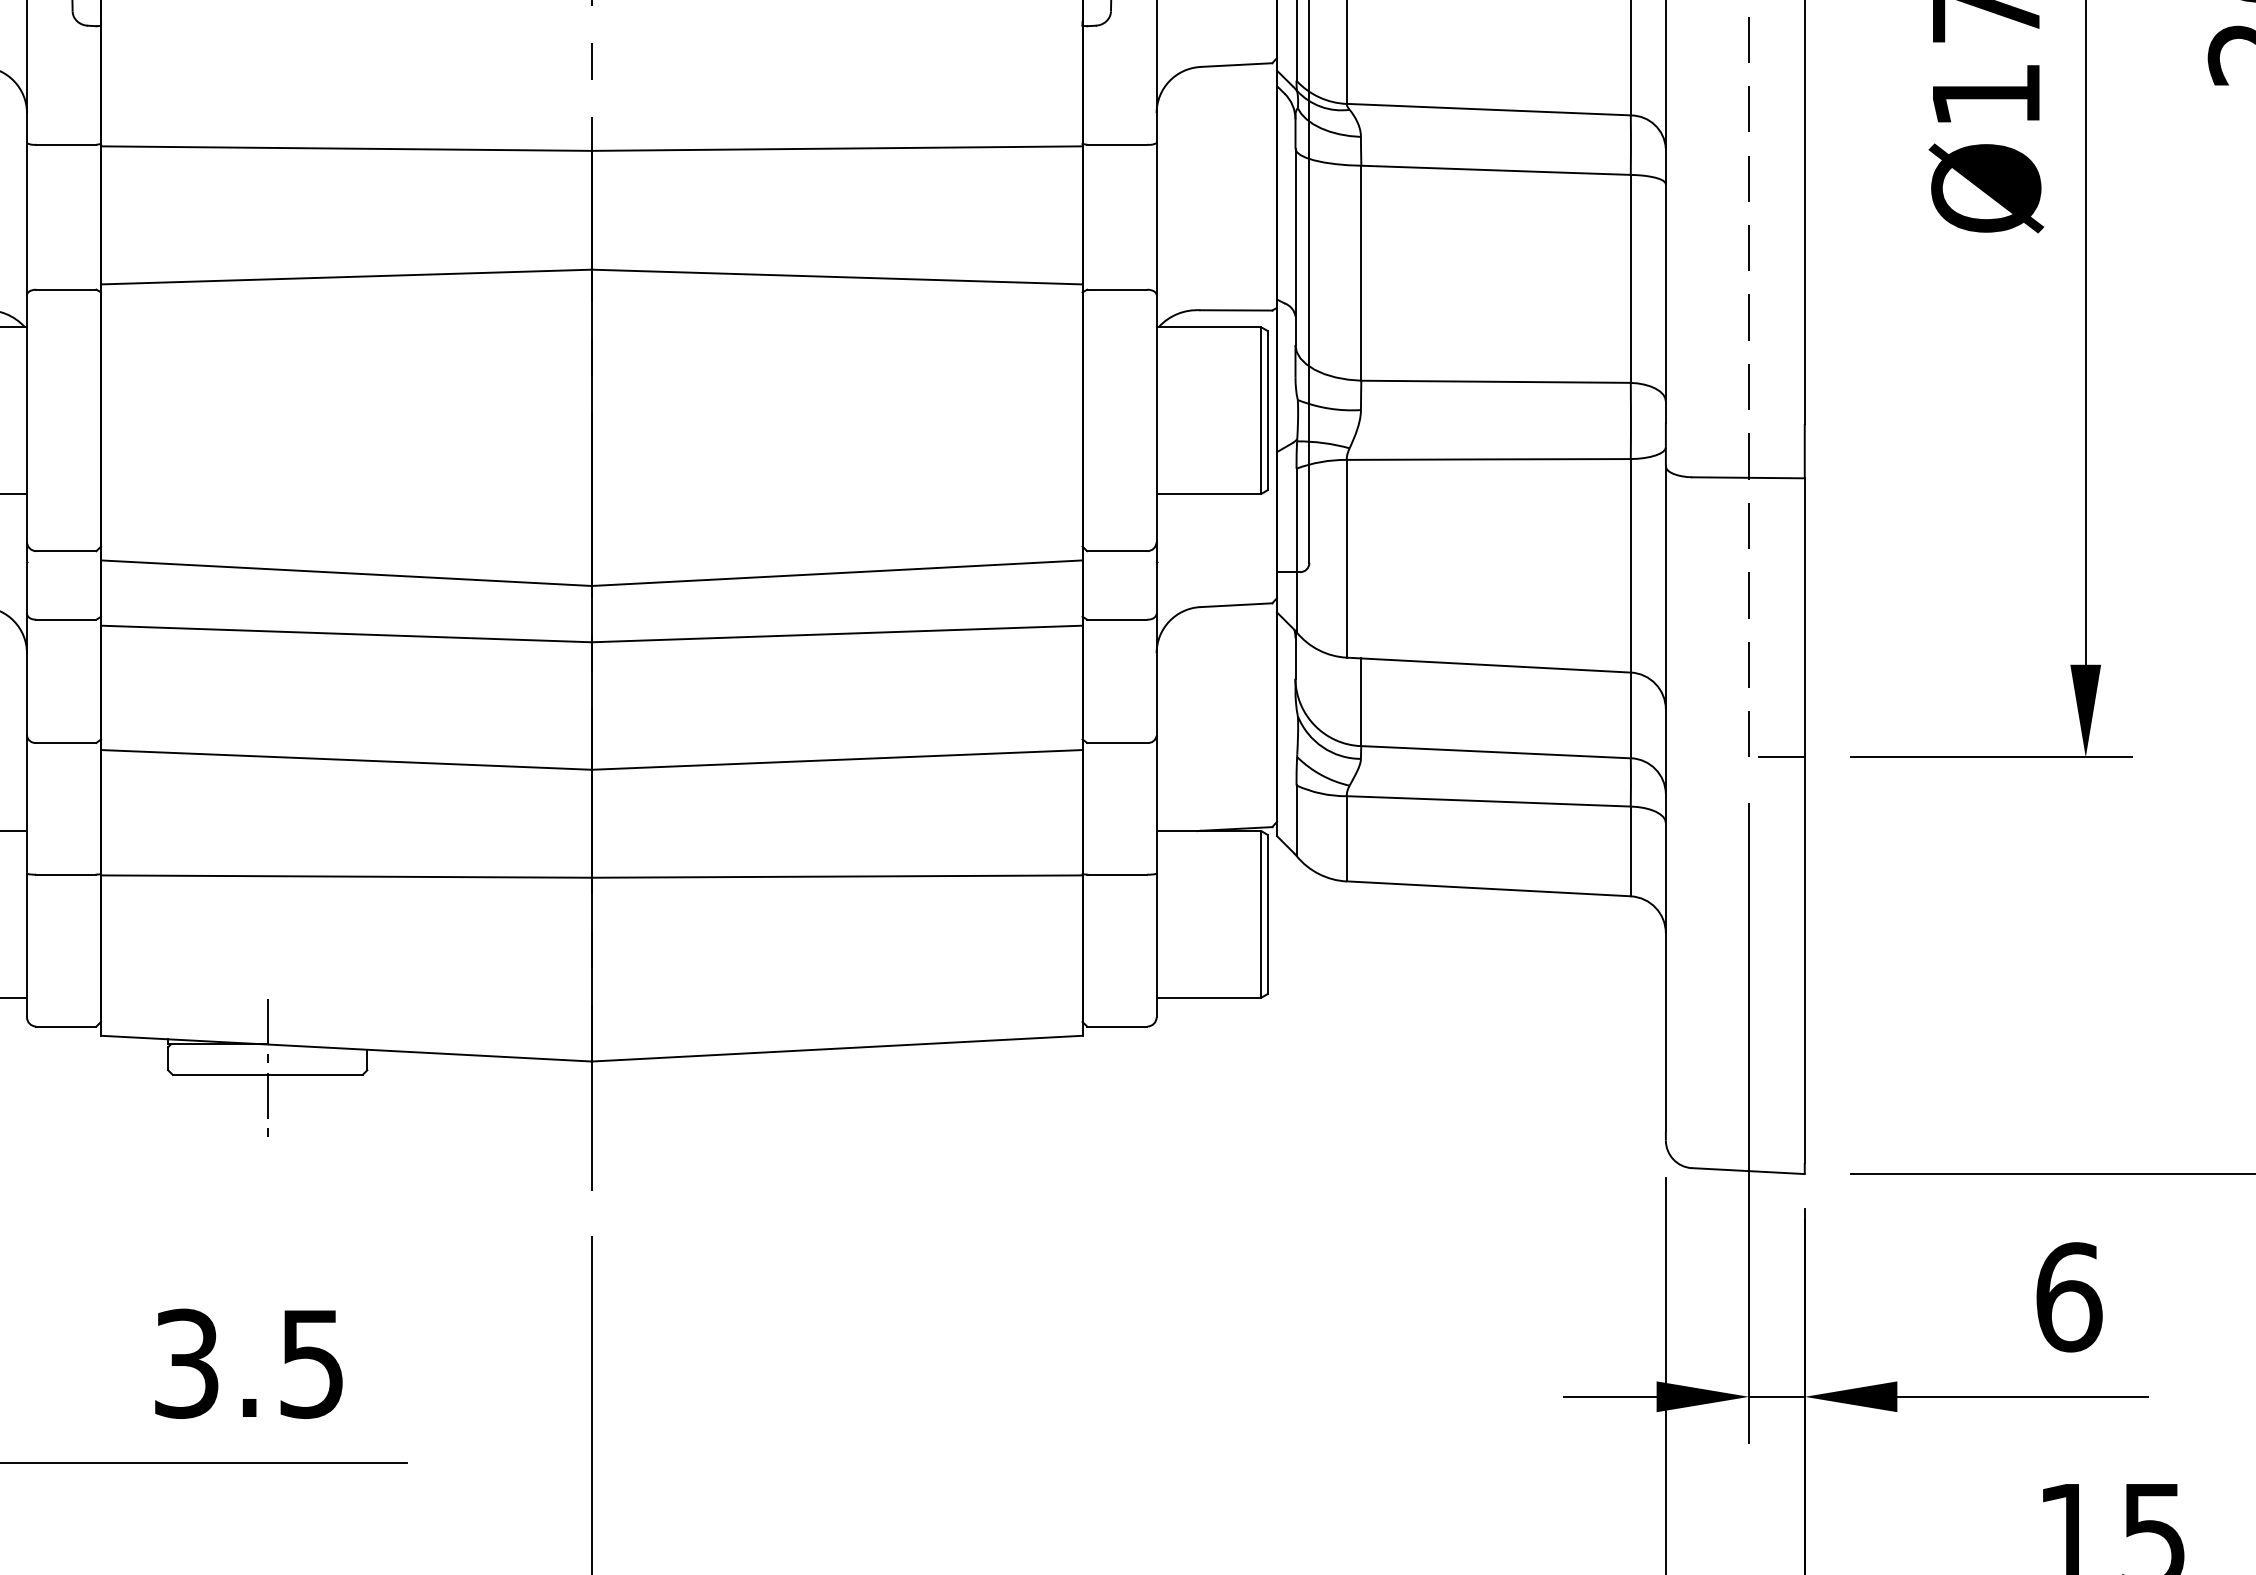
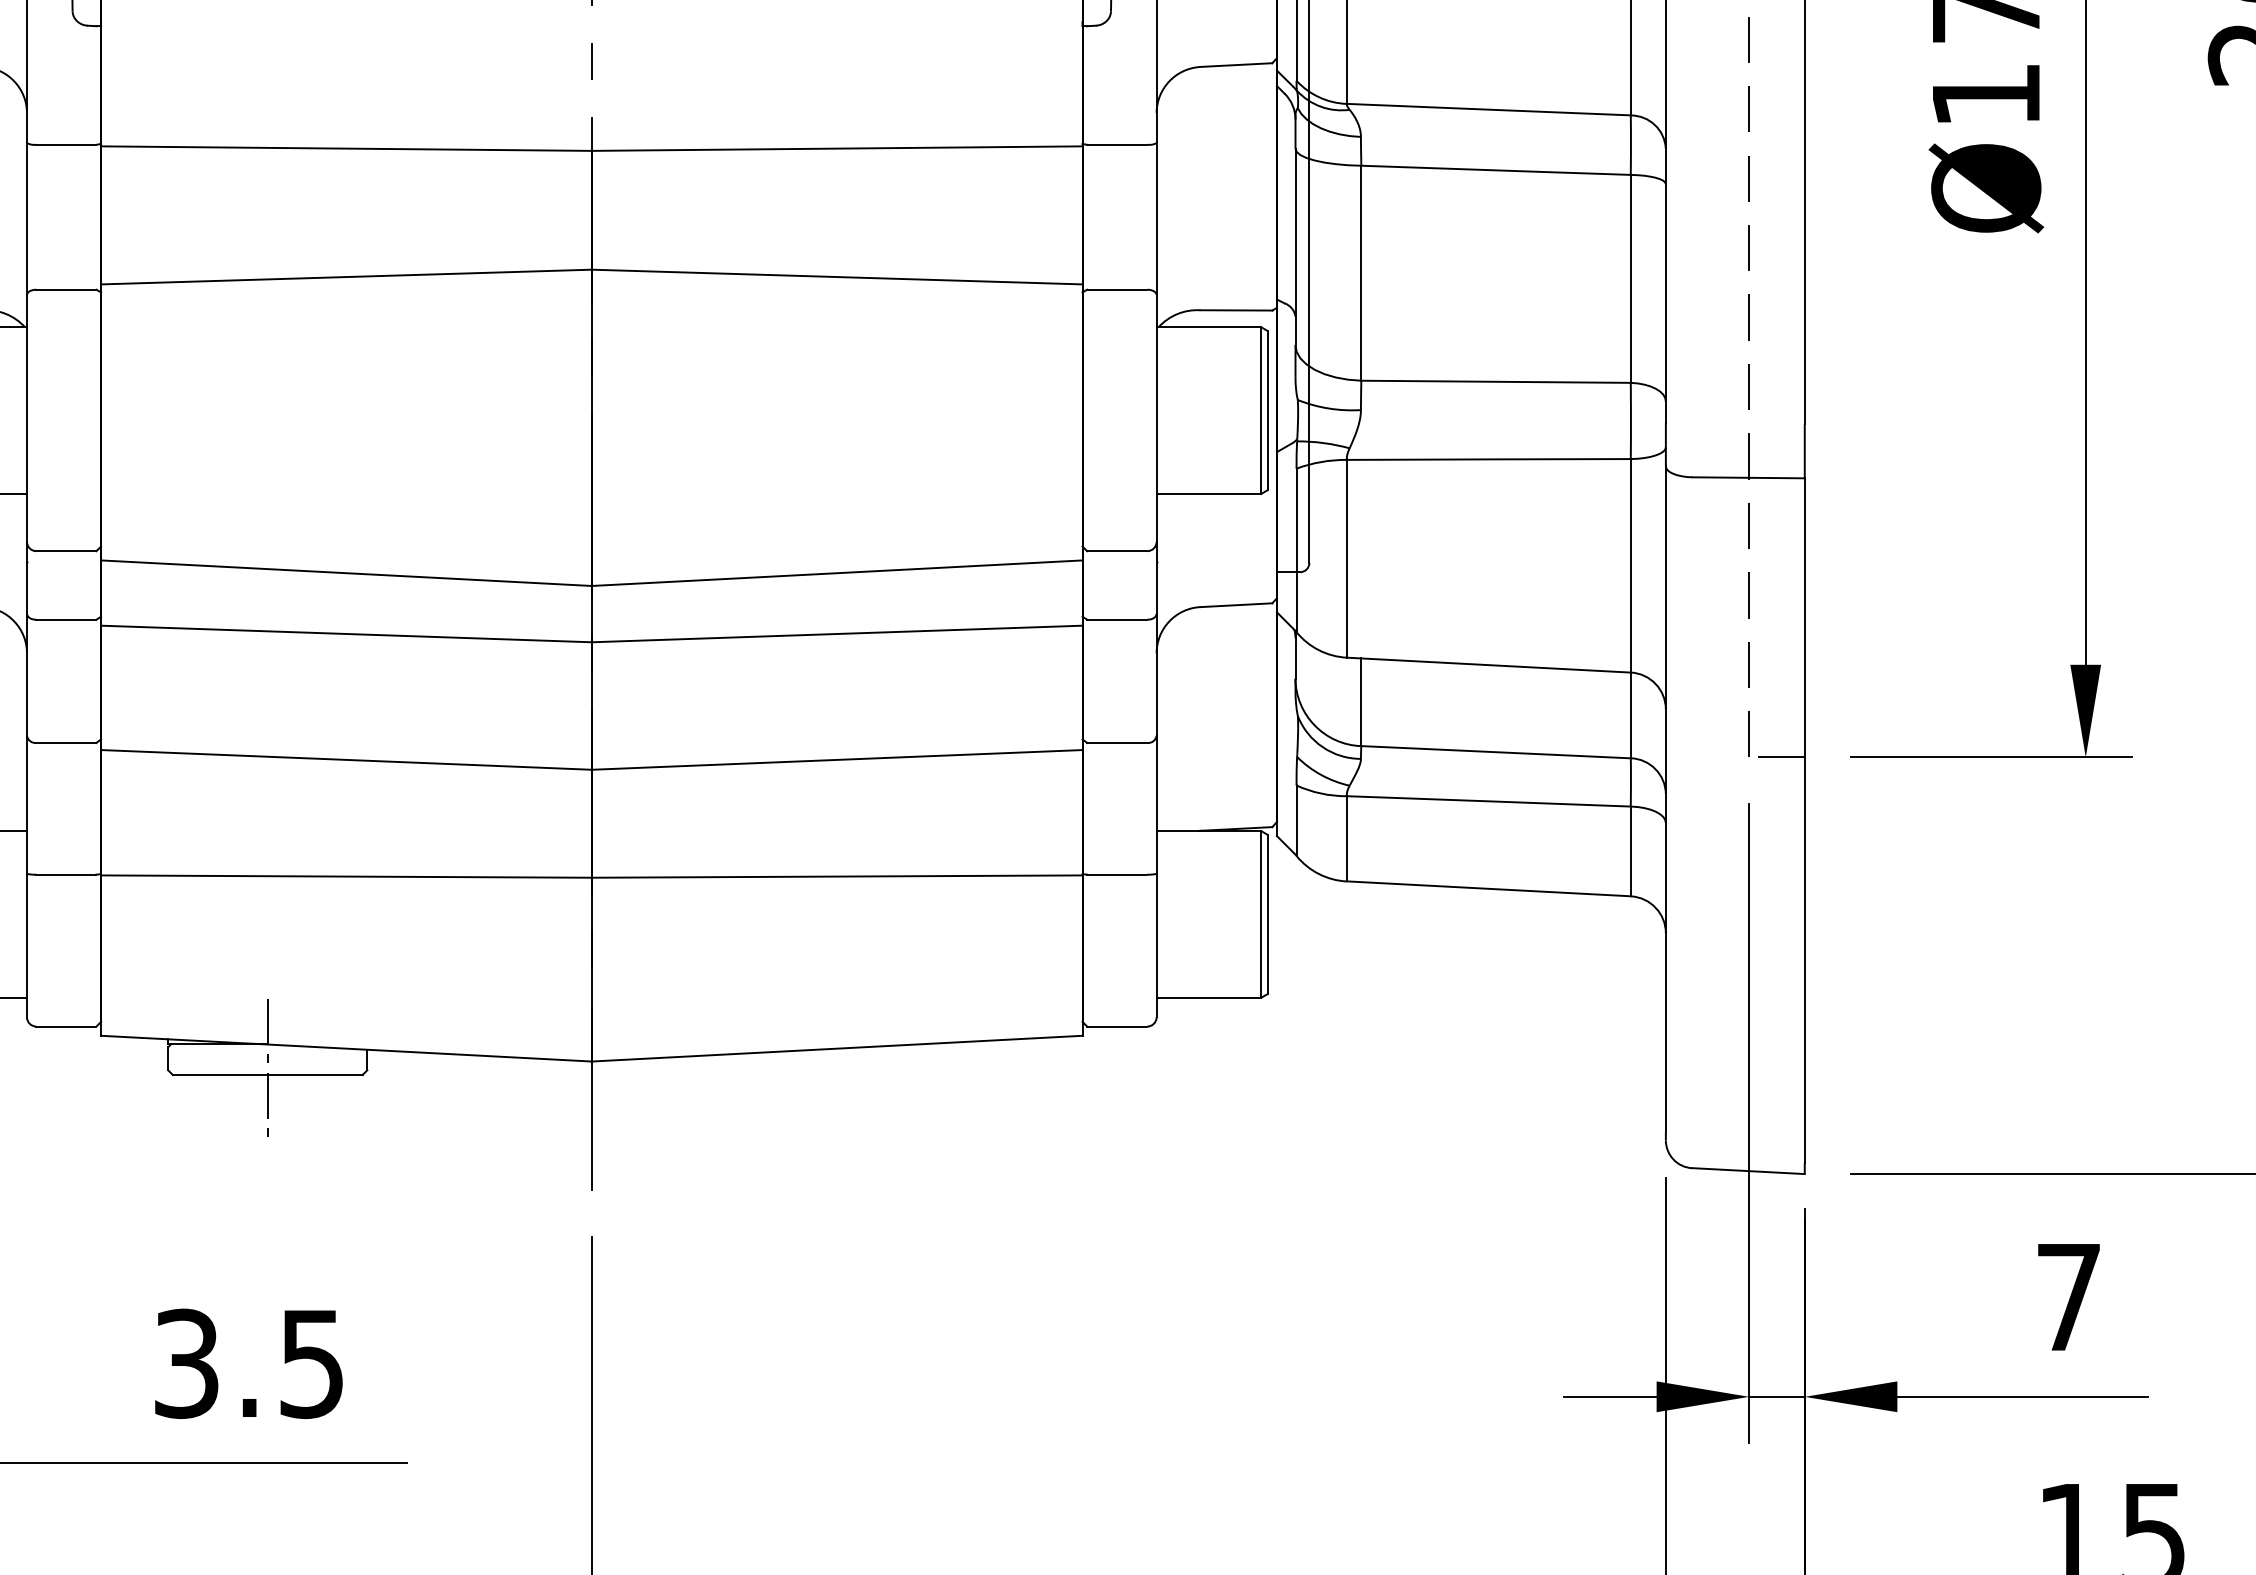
text at (2069, 1297): 6 -> 7
